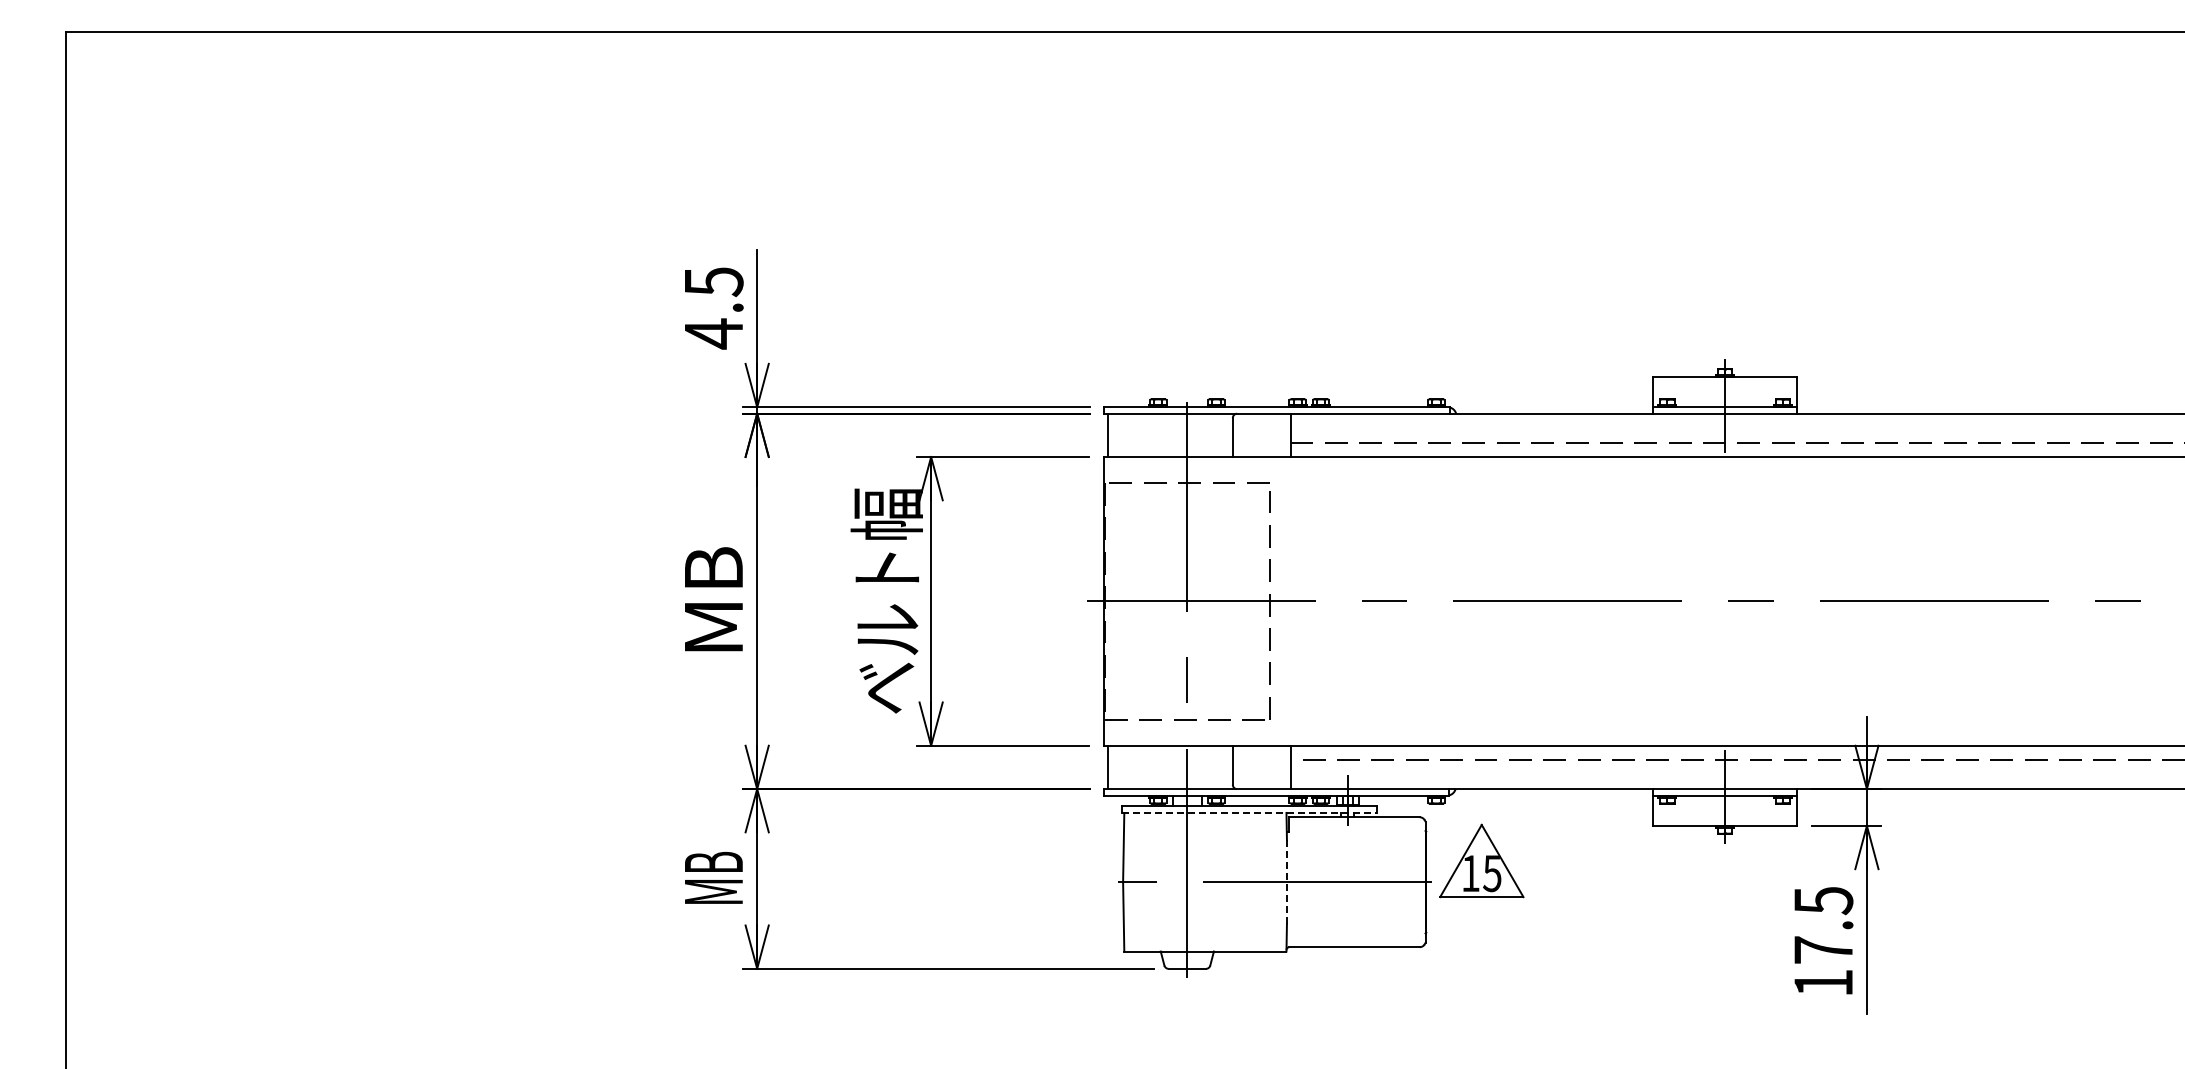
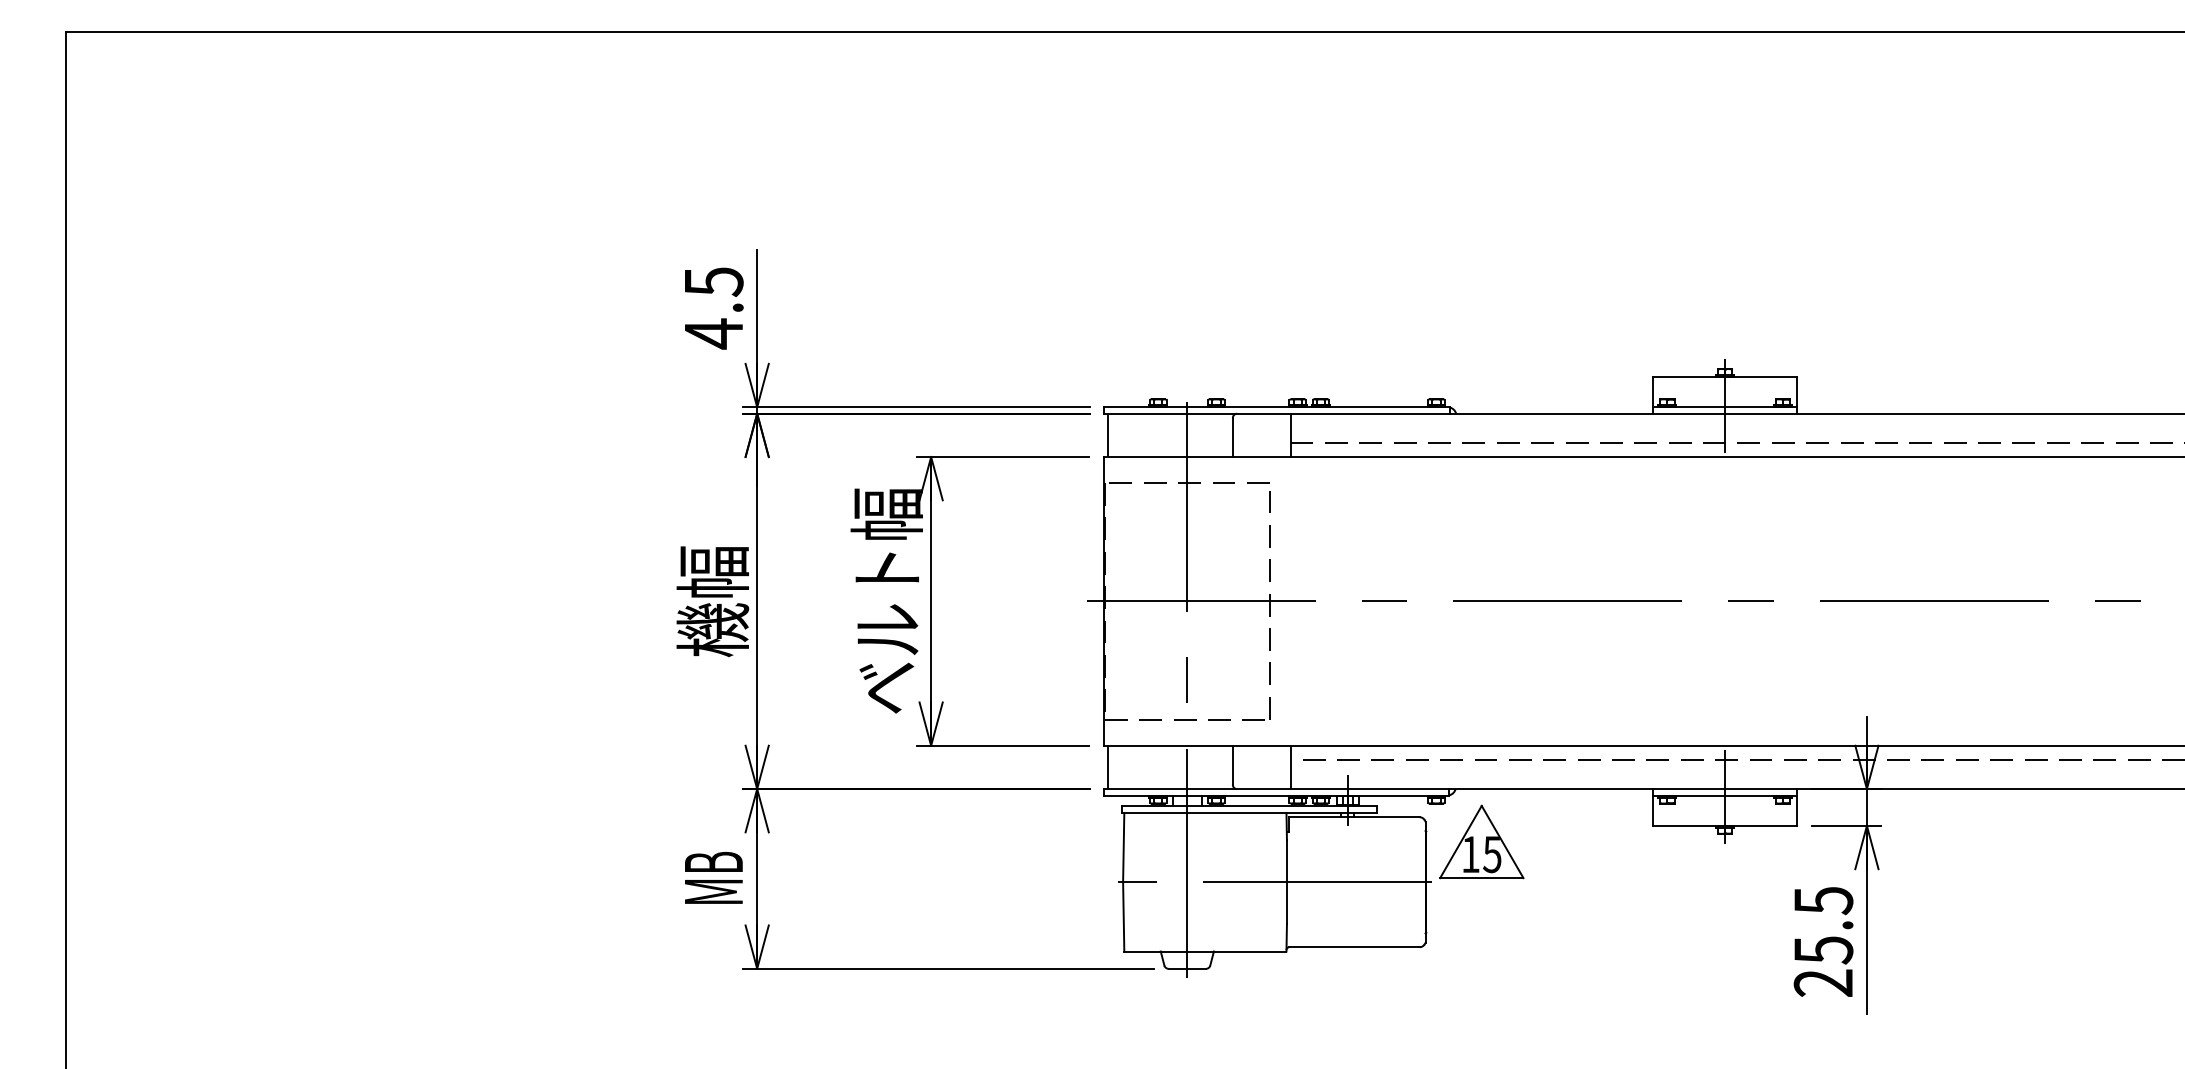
text at (712, 601): MB -> 機幅
line at (1249, 812): dashed -> solid
part at (1481, 860) position: (1481, 860) -> (1481, 841)
line at (1286, 882): dashed -> solid
text at (1823, 966): 17.5 -> 25.5
